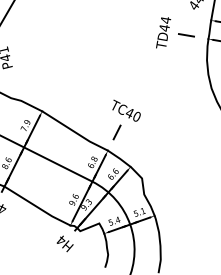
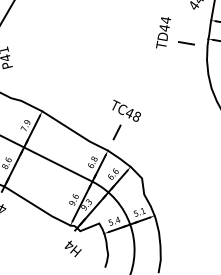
line at (186, 35) position: (186, 35) -> (186, 43)
text at (136, 116): TC40 -> TC48
text at (64, 243) position: (64, 243) -> (72, 248)
